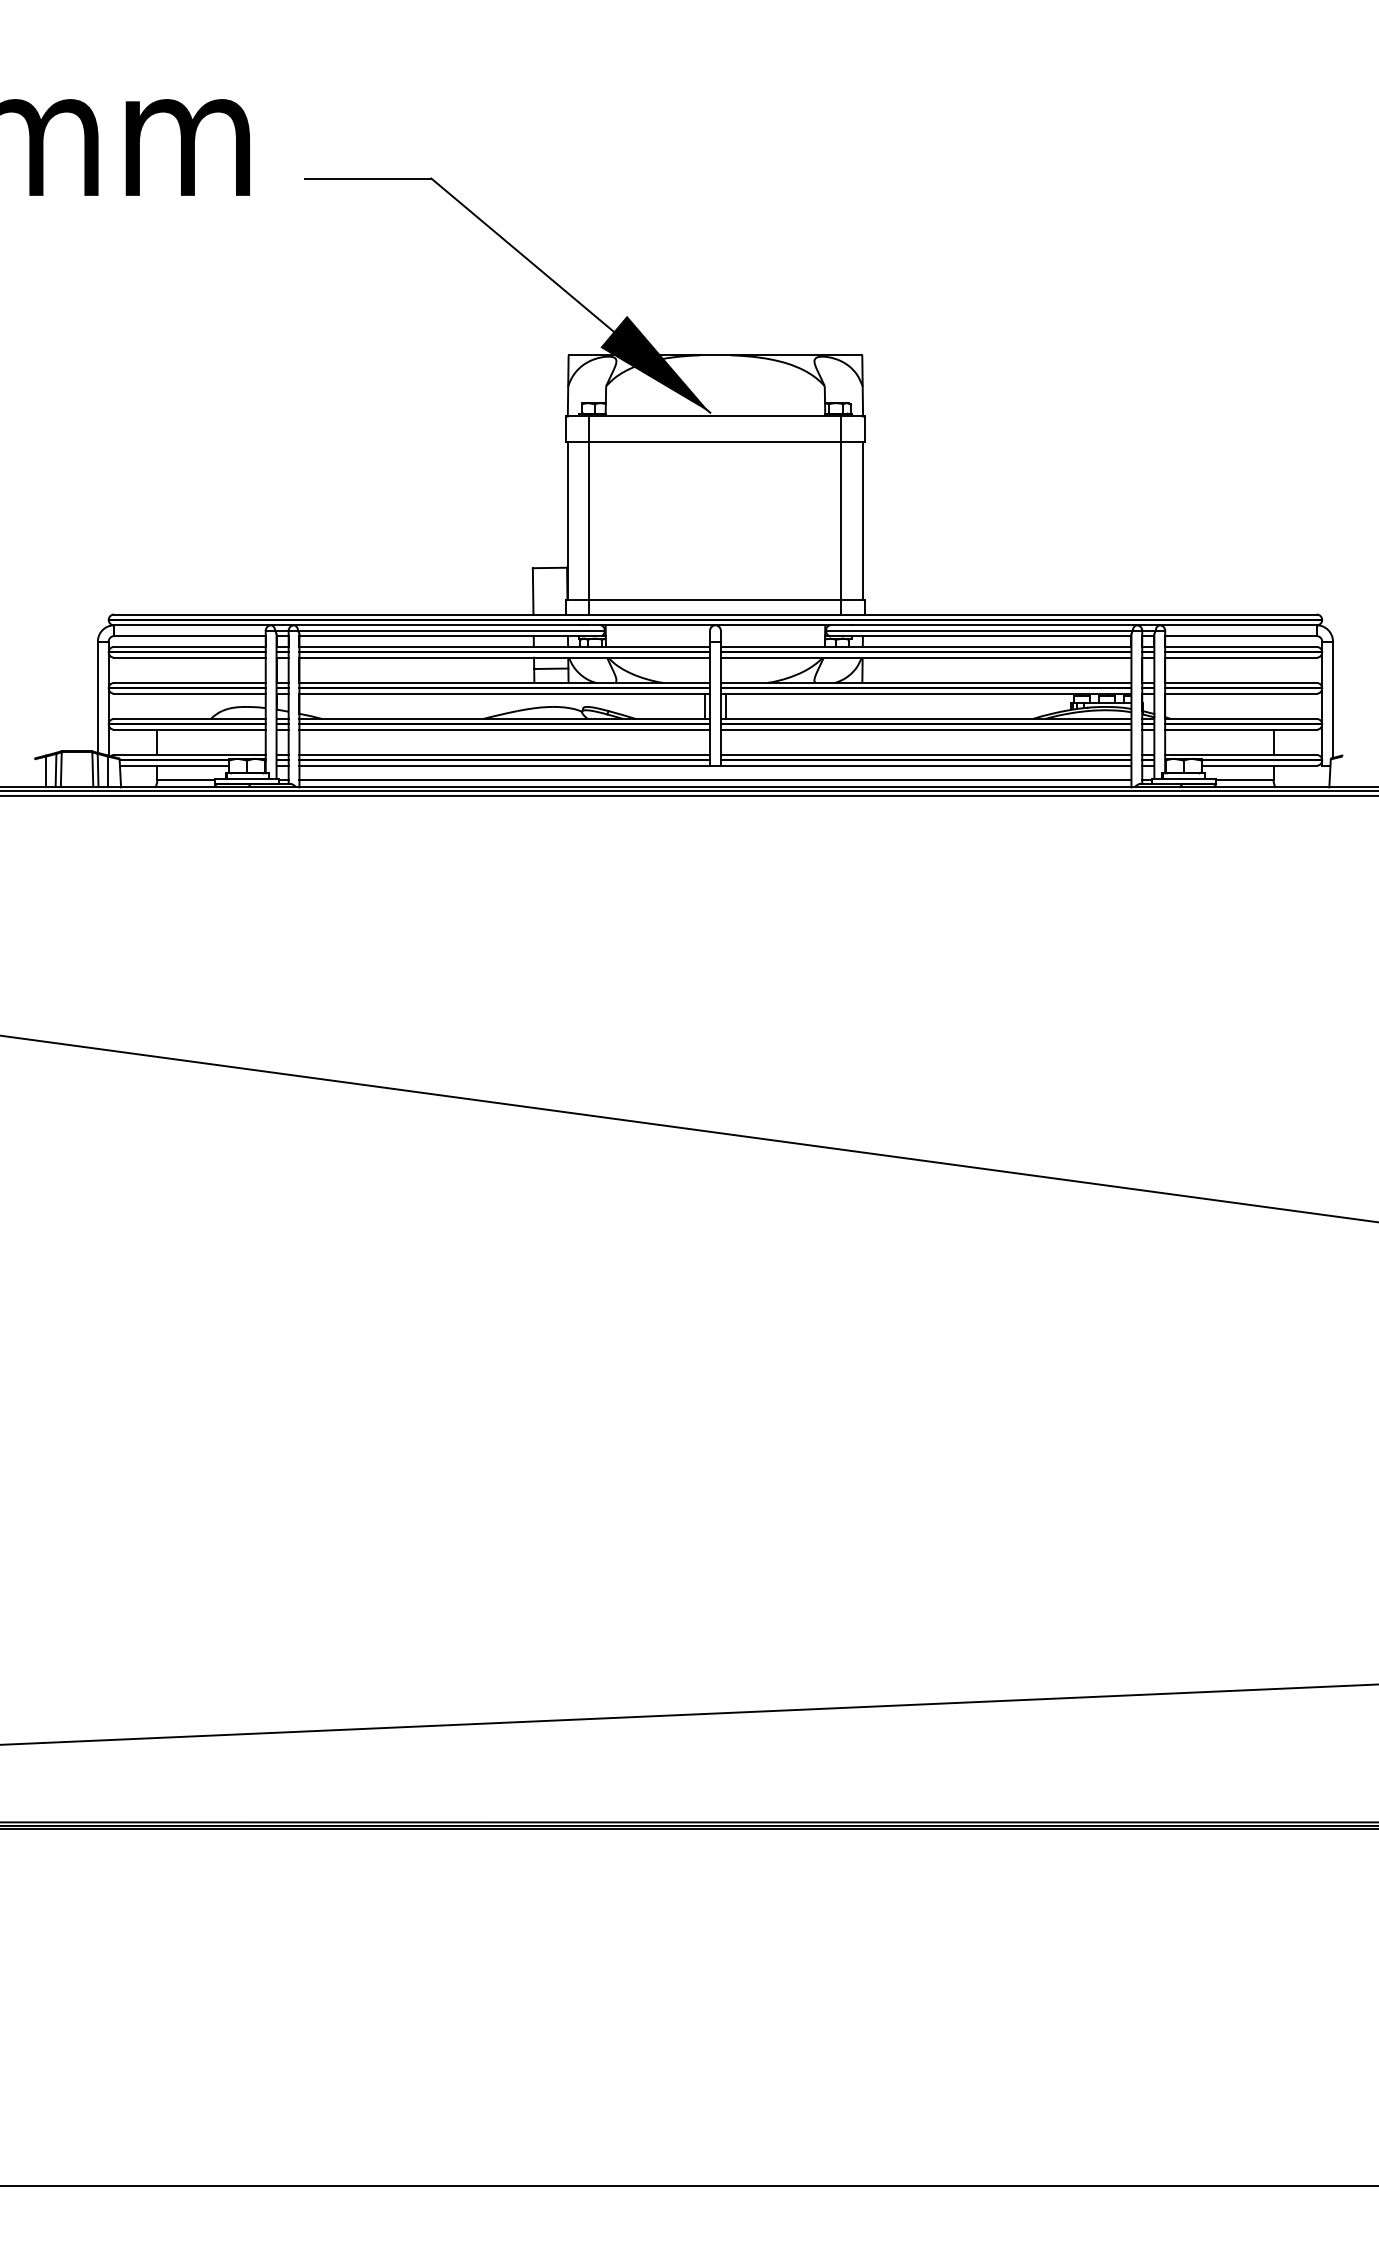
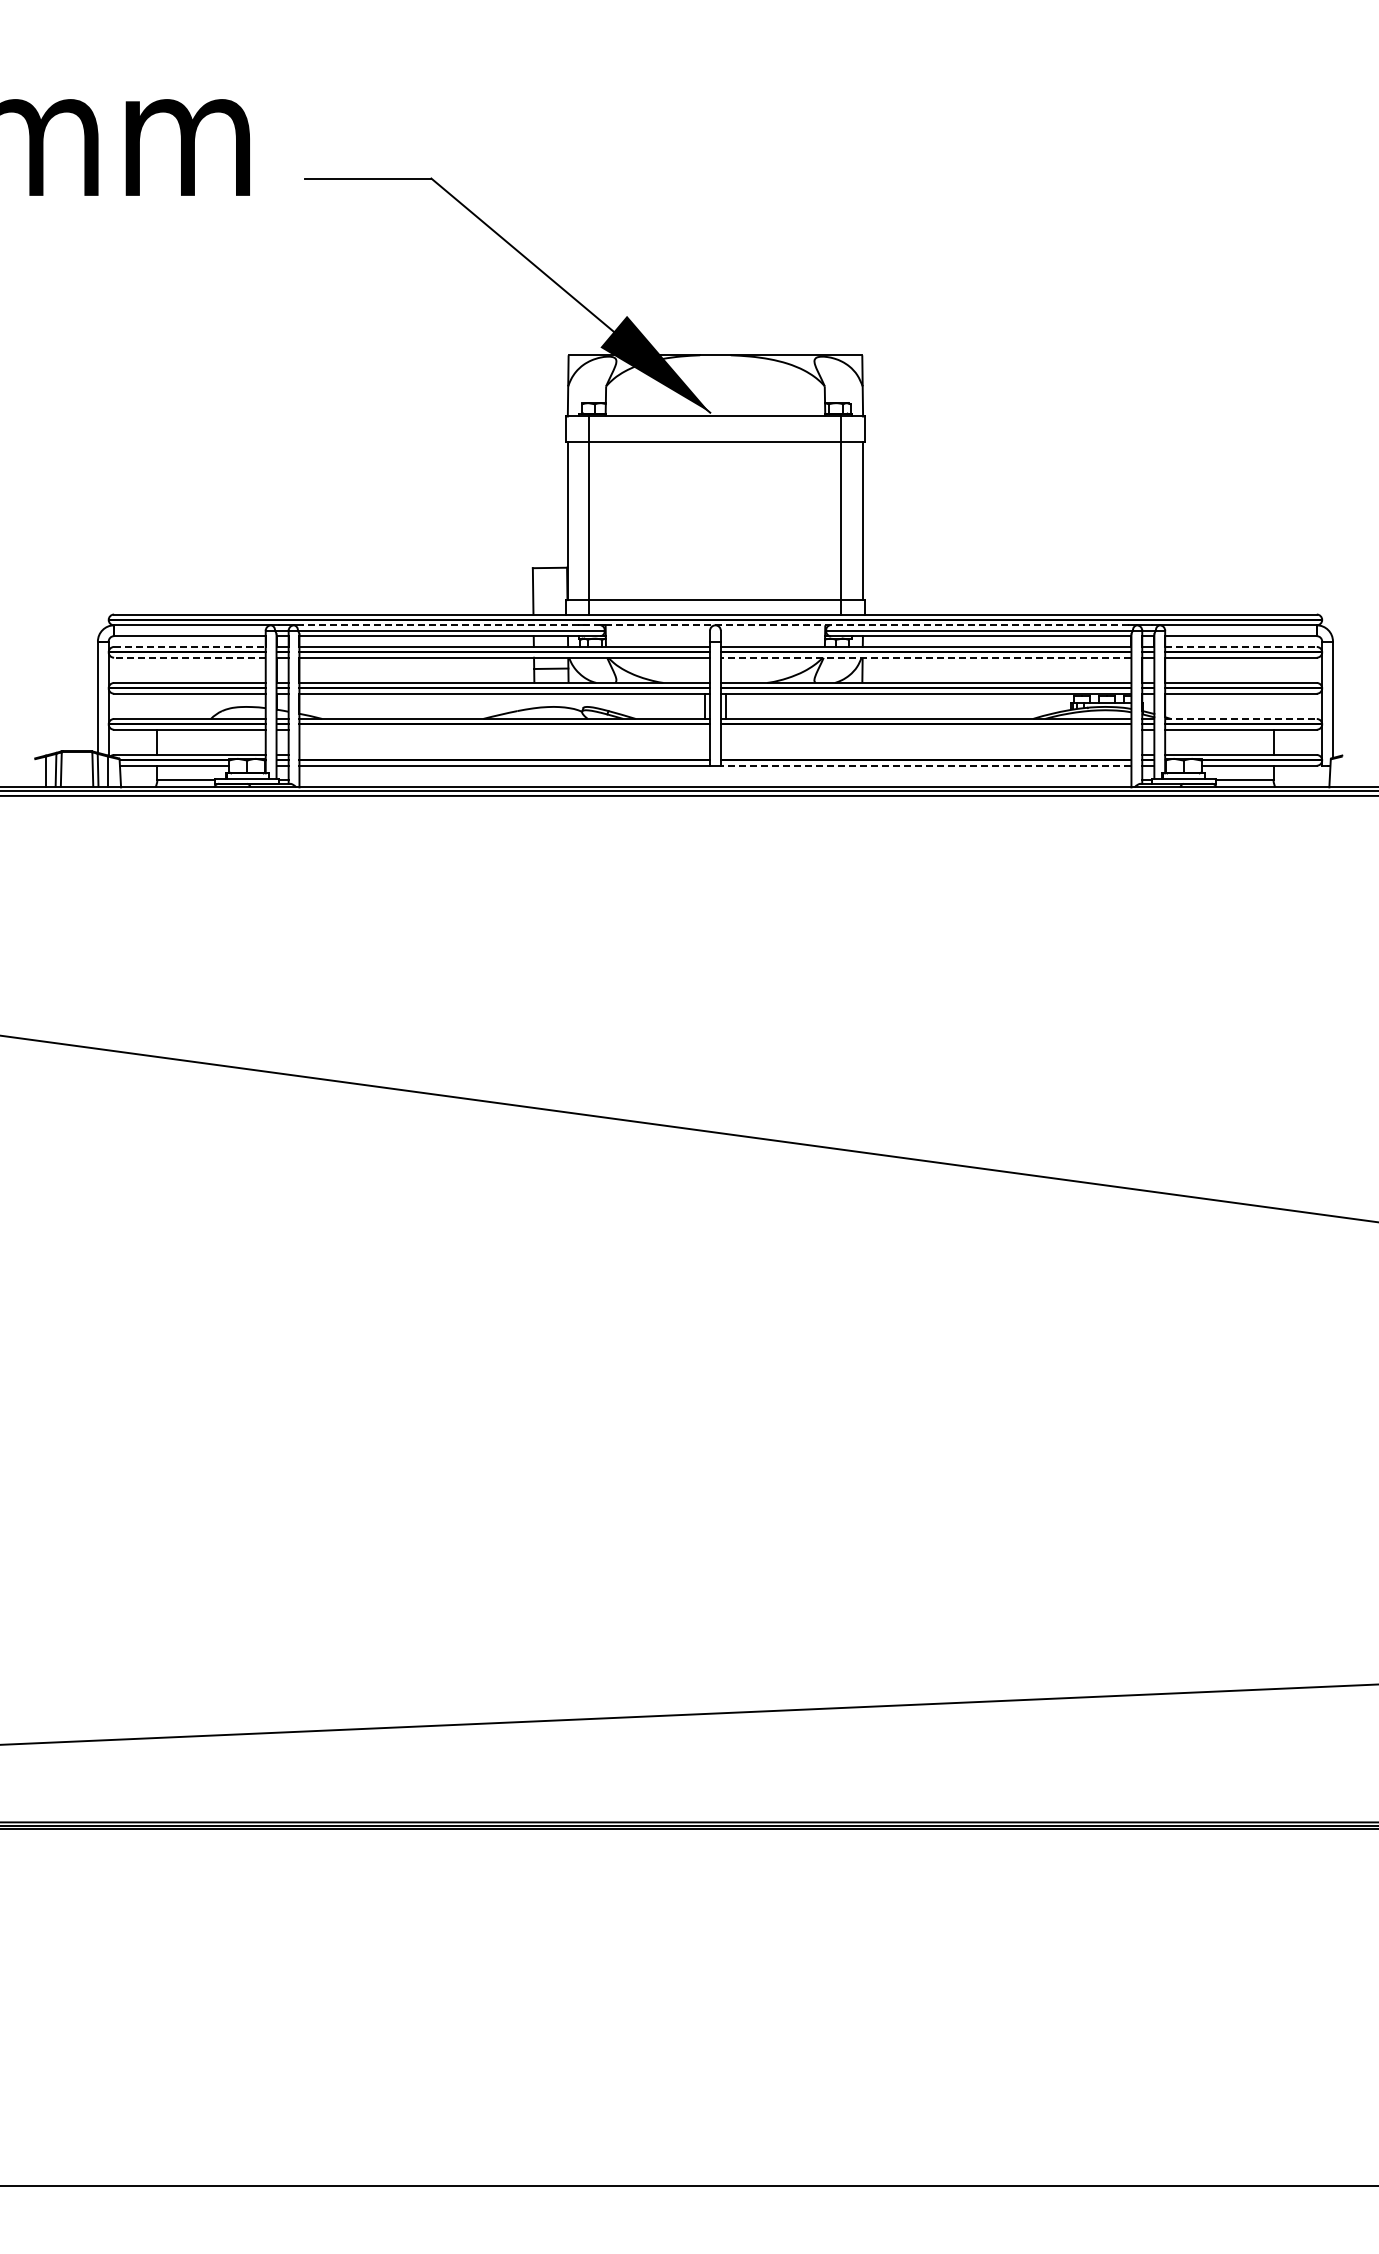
line at (715, 625): solid -> dashed
line at (189, 646): solid -> dashed
line at (1240, 646): solid -> dashed
line at (189, 657): solid -> dashed
line at (925, 657): solid -> dashed
line at (1240, 718): solid -> dashed
line at (504, 729): present -> none
line at (925, 729): present -> none
line at (504, 754): present -> none
line at (925, 754): present -> none
line at (925, 765): solid -> dashed
line at (715, 780): present -> none
